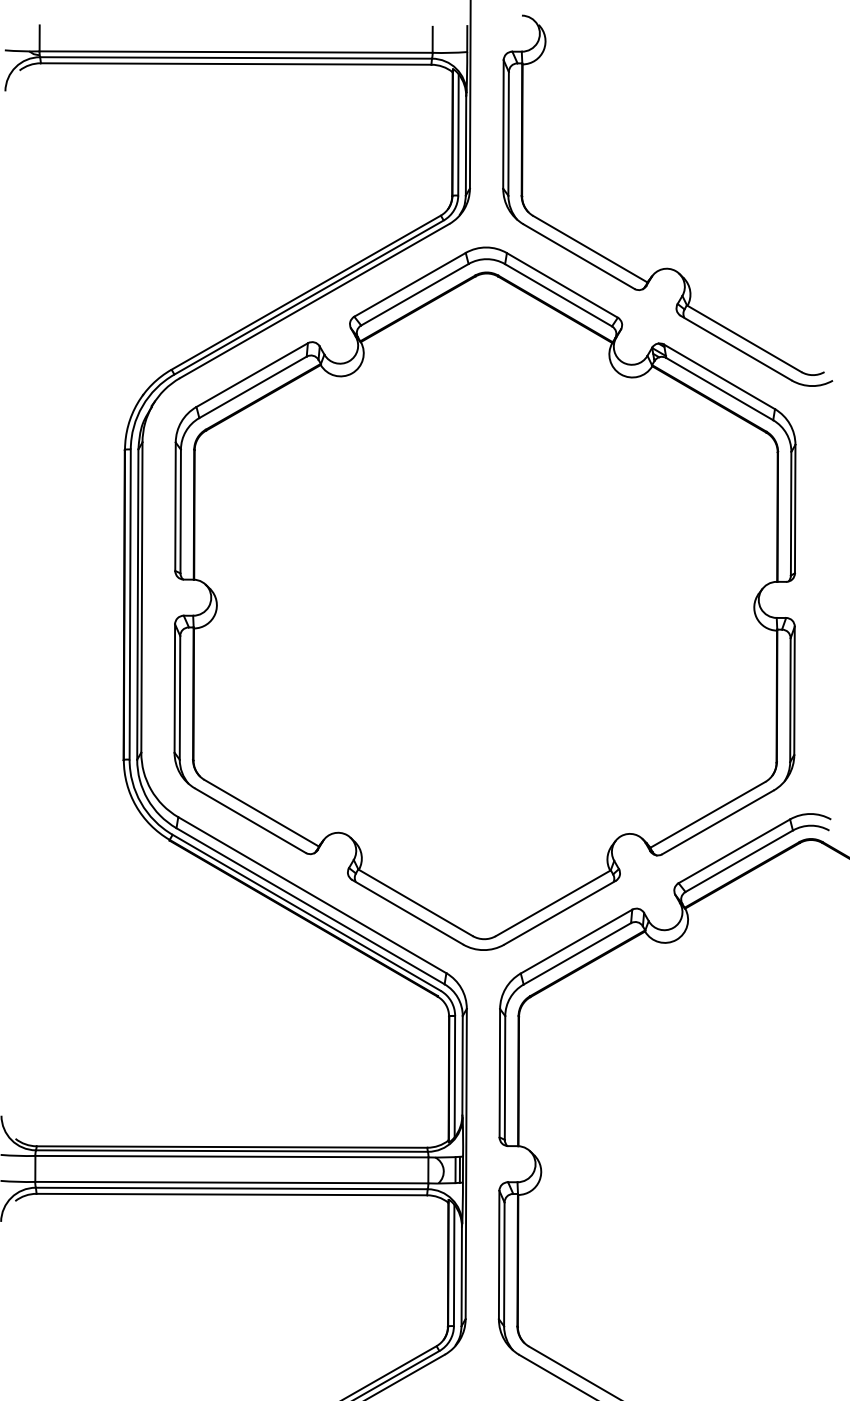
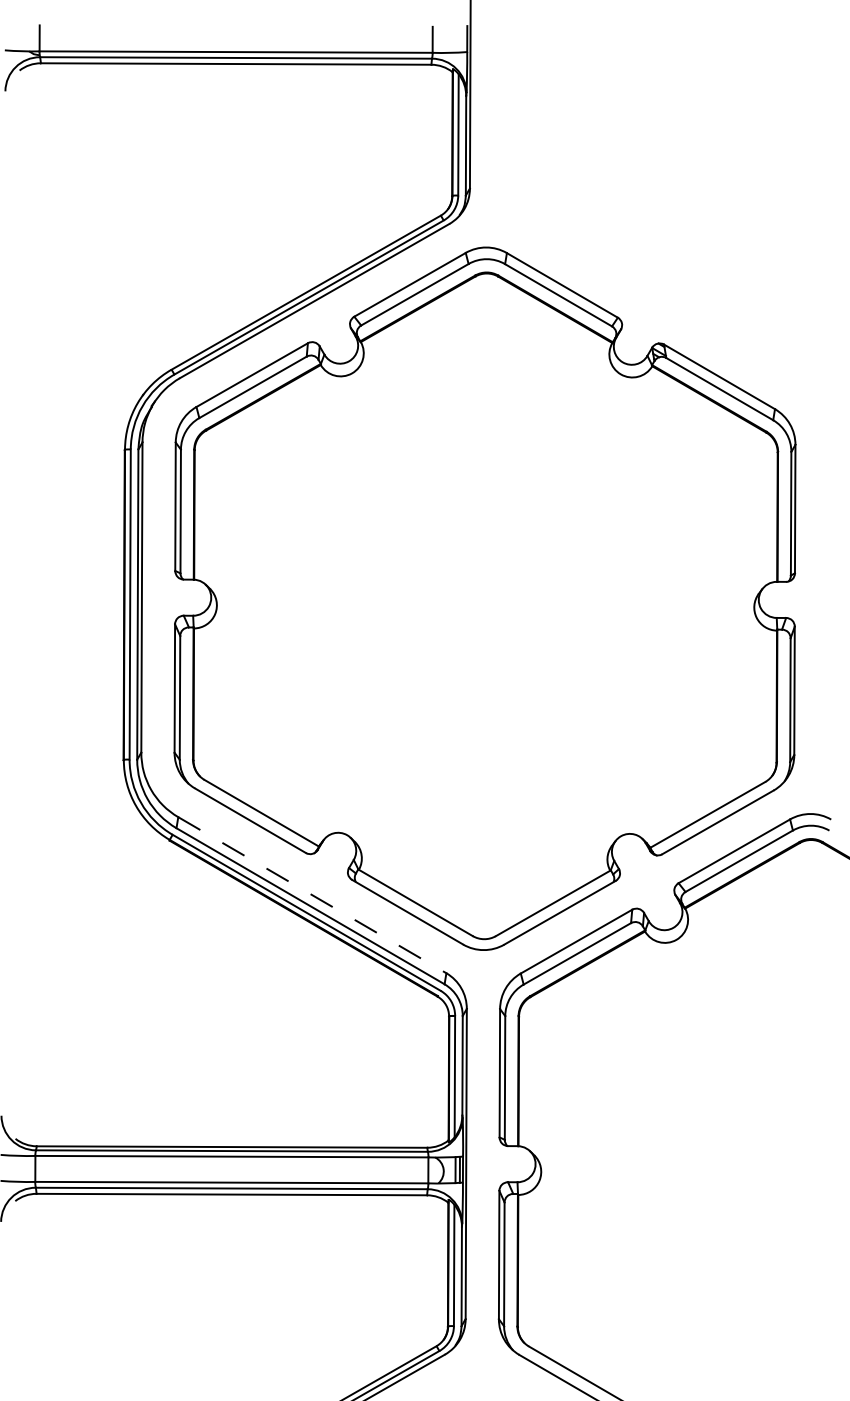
part at (667, 267): present -> none
line at (312, 895): solid -> dashed
